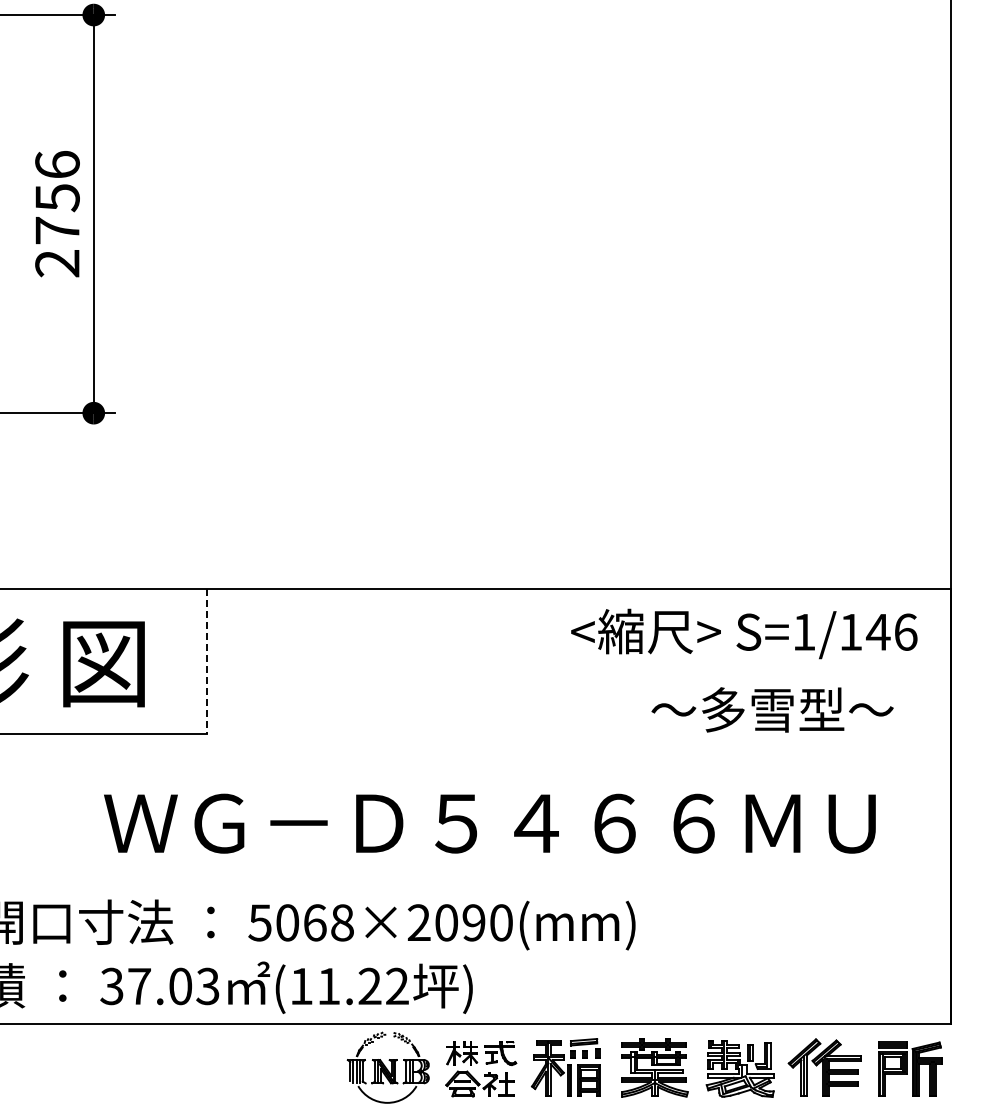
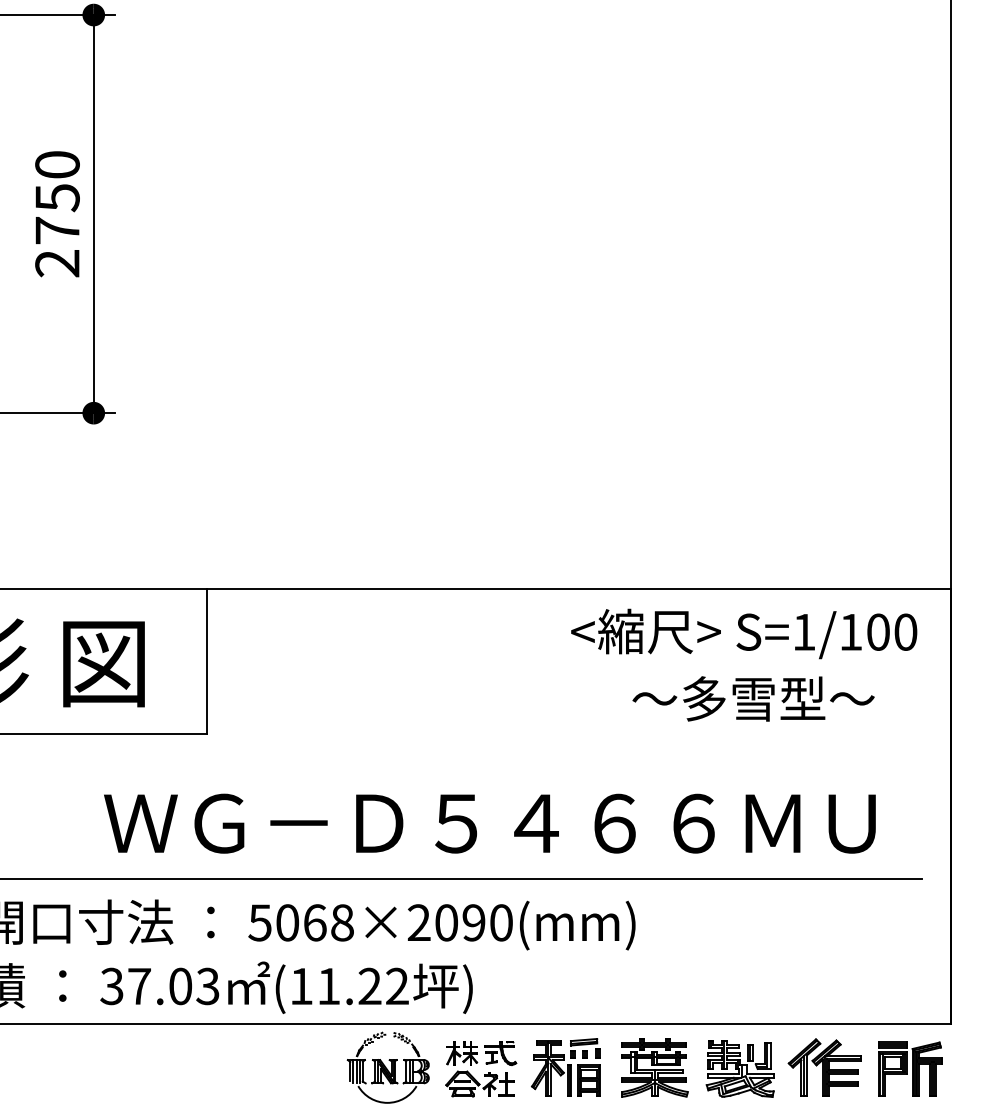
text at (57, 164): 2756 -> 2750
text at (891, 631): S=1/146 -> S=1/100
line at (206, 662): dashed -> solid
text at (772, 709) position: (772, 709) -> (753, 698)
line at (461, 878): none -> present
